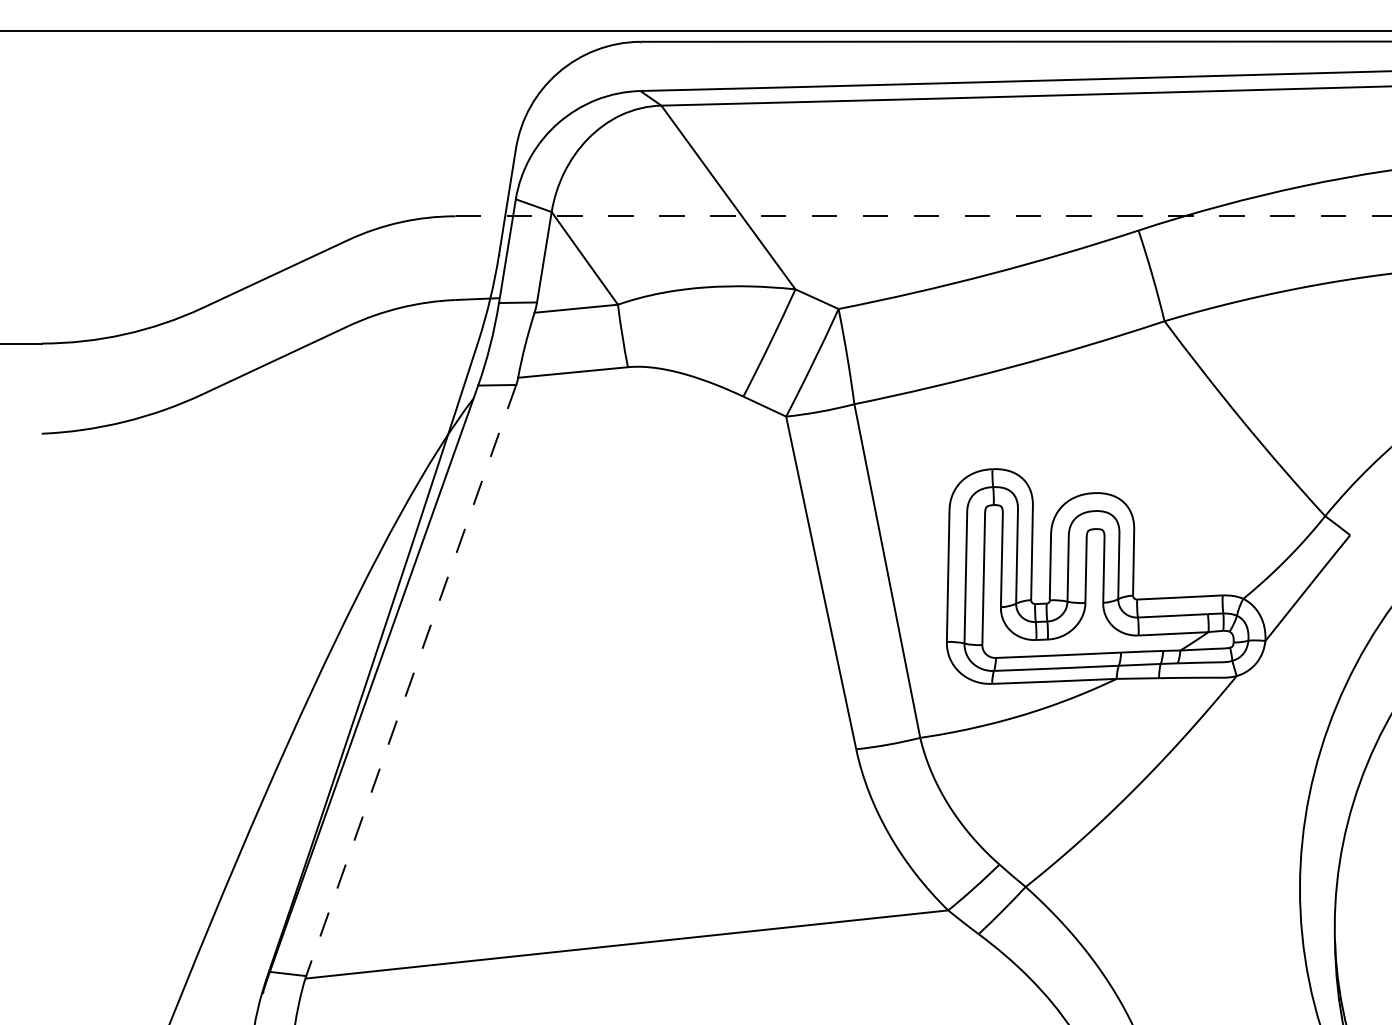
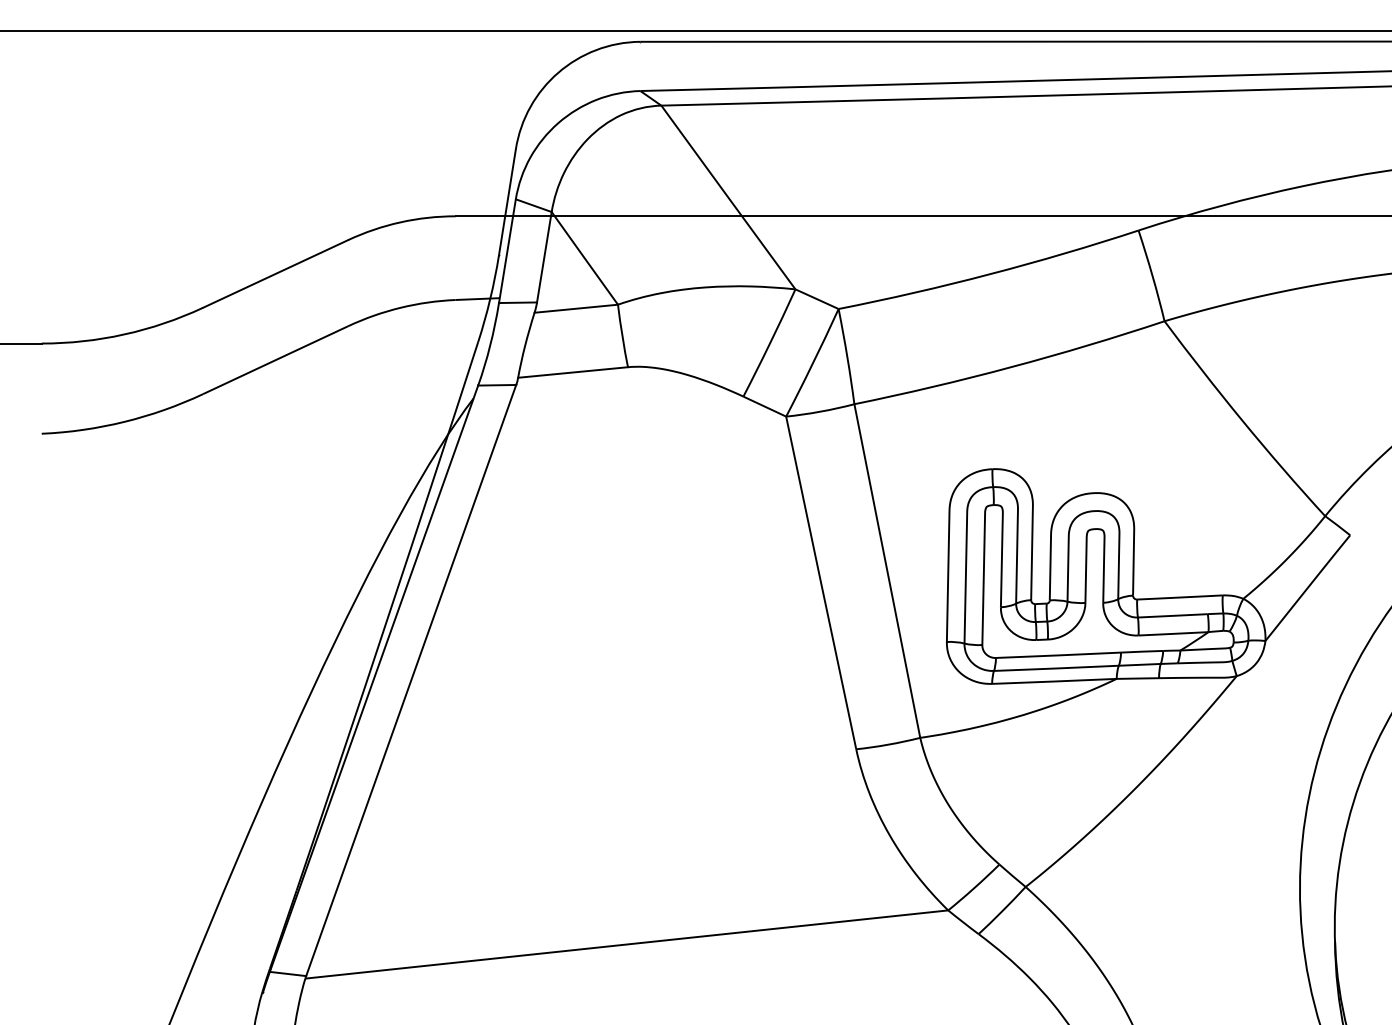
line at (923, 216): dashed -> solid
line at (411, 680): dashed -> solid
